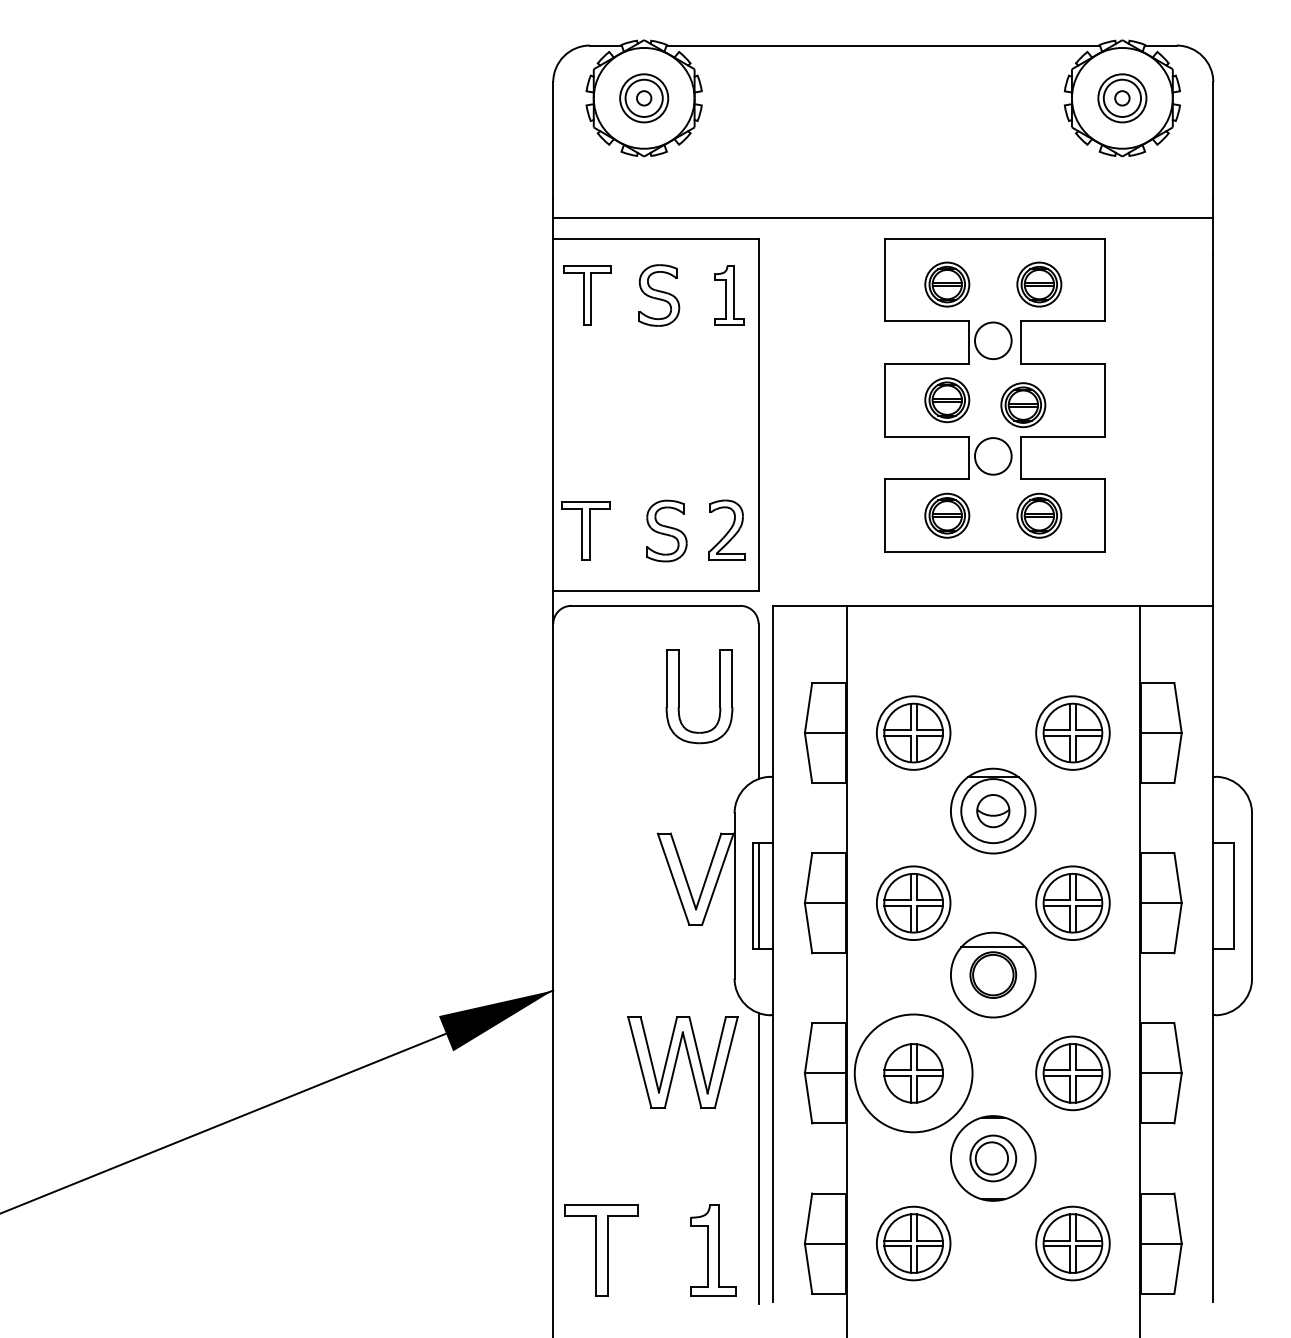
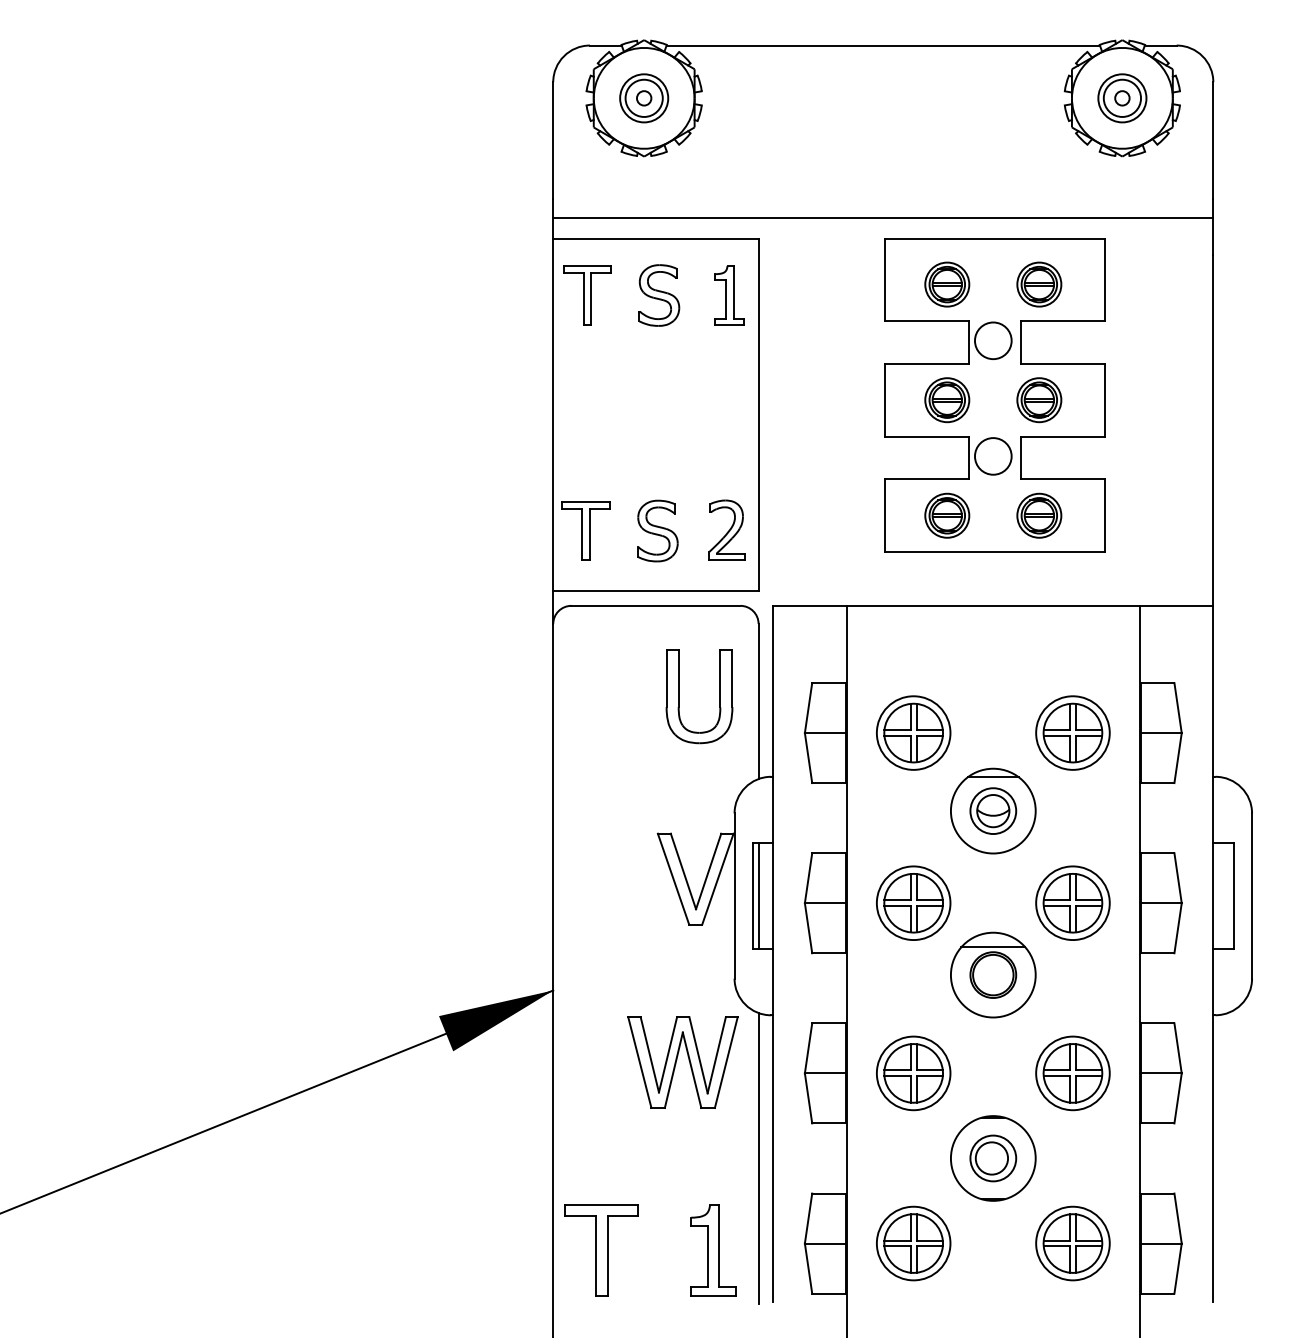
part at (1023, 405) position: (1023, 405) -> (1039, 400)
part at (666, 530) position: (666, 530) -> (657, 530)
circle at (993, 811) diameter: 64 px -> 46 px
circle at (913, 1073) diameter: 118 px -> 74 px
